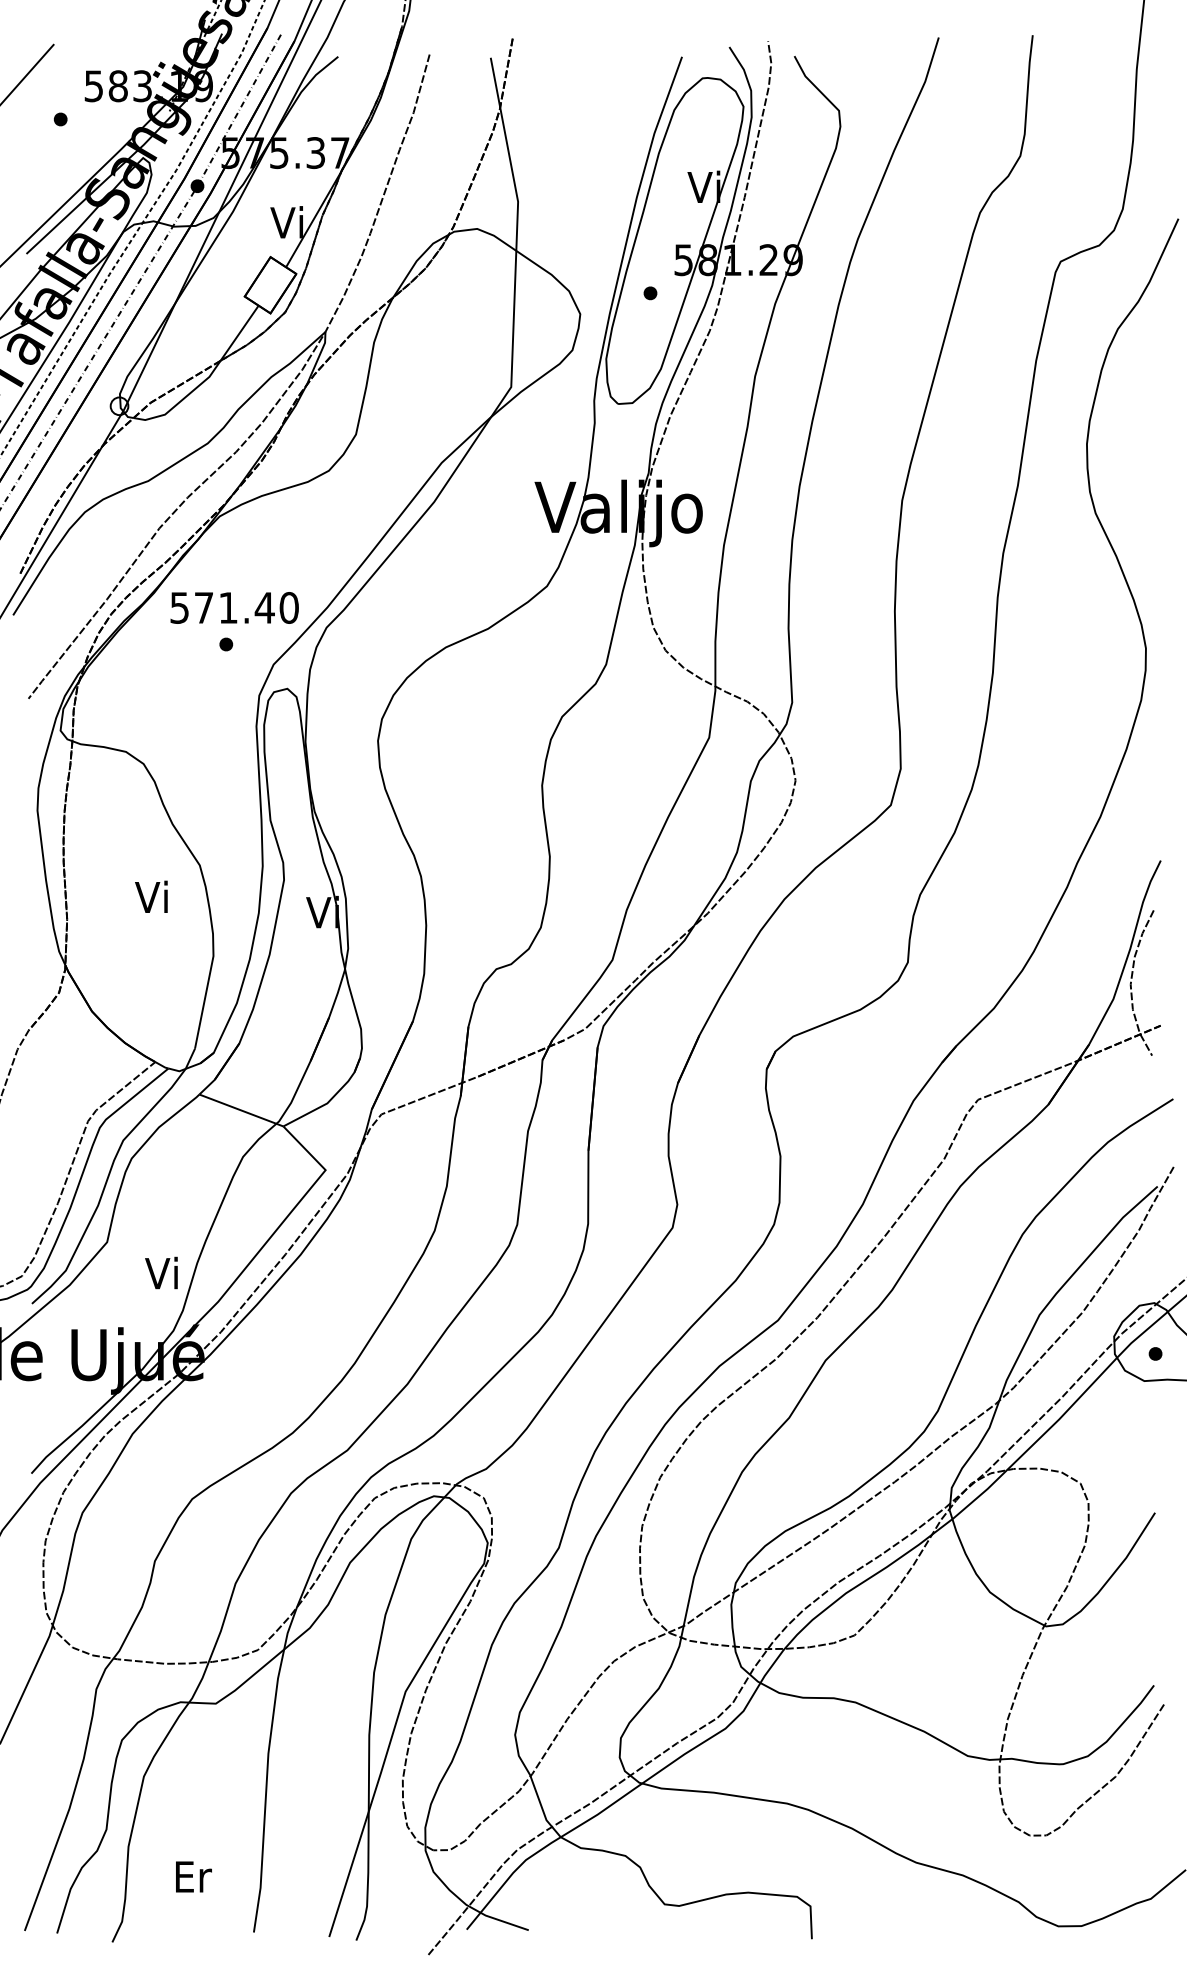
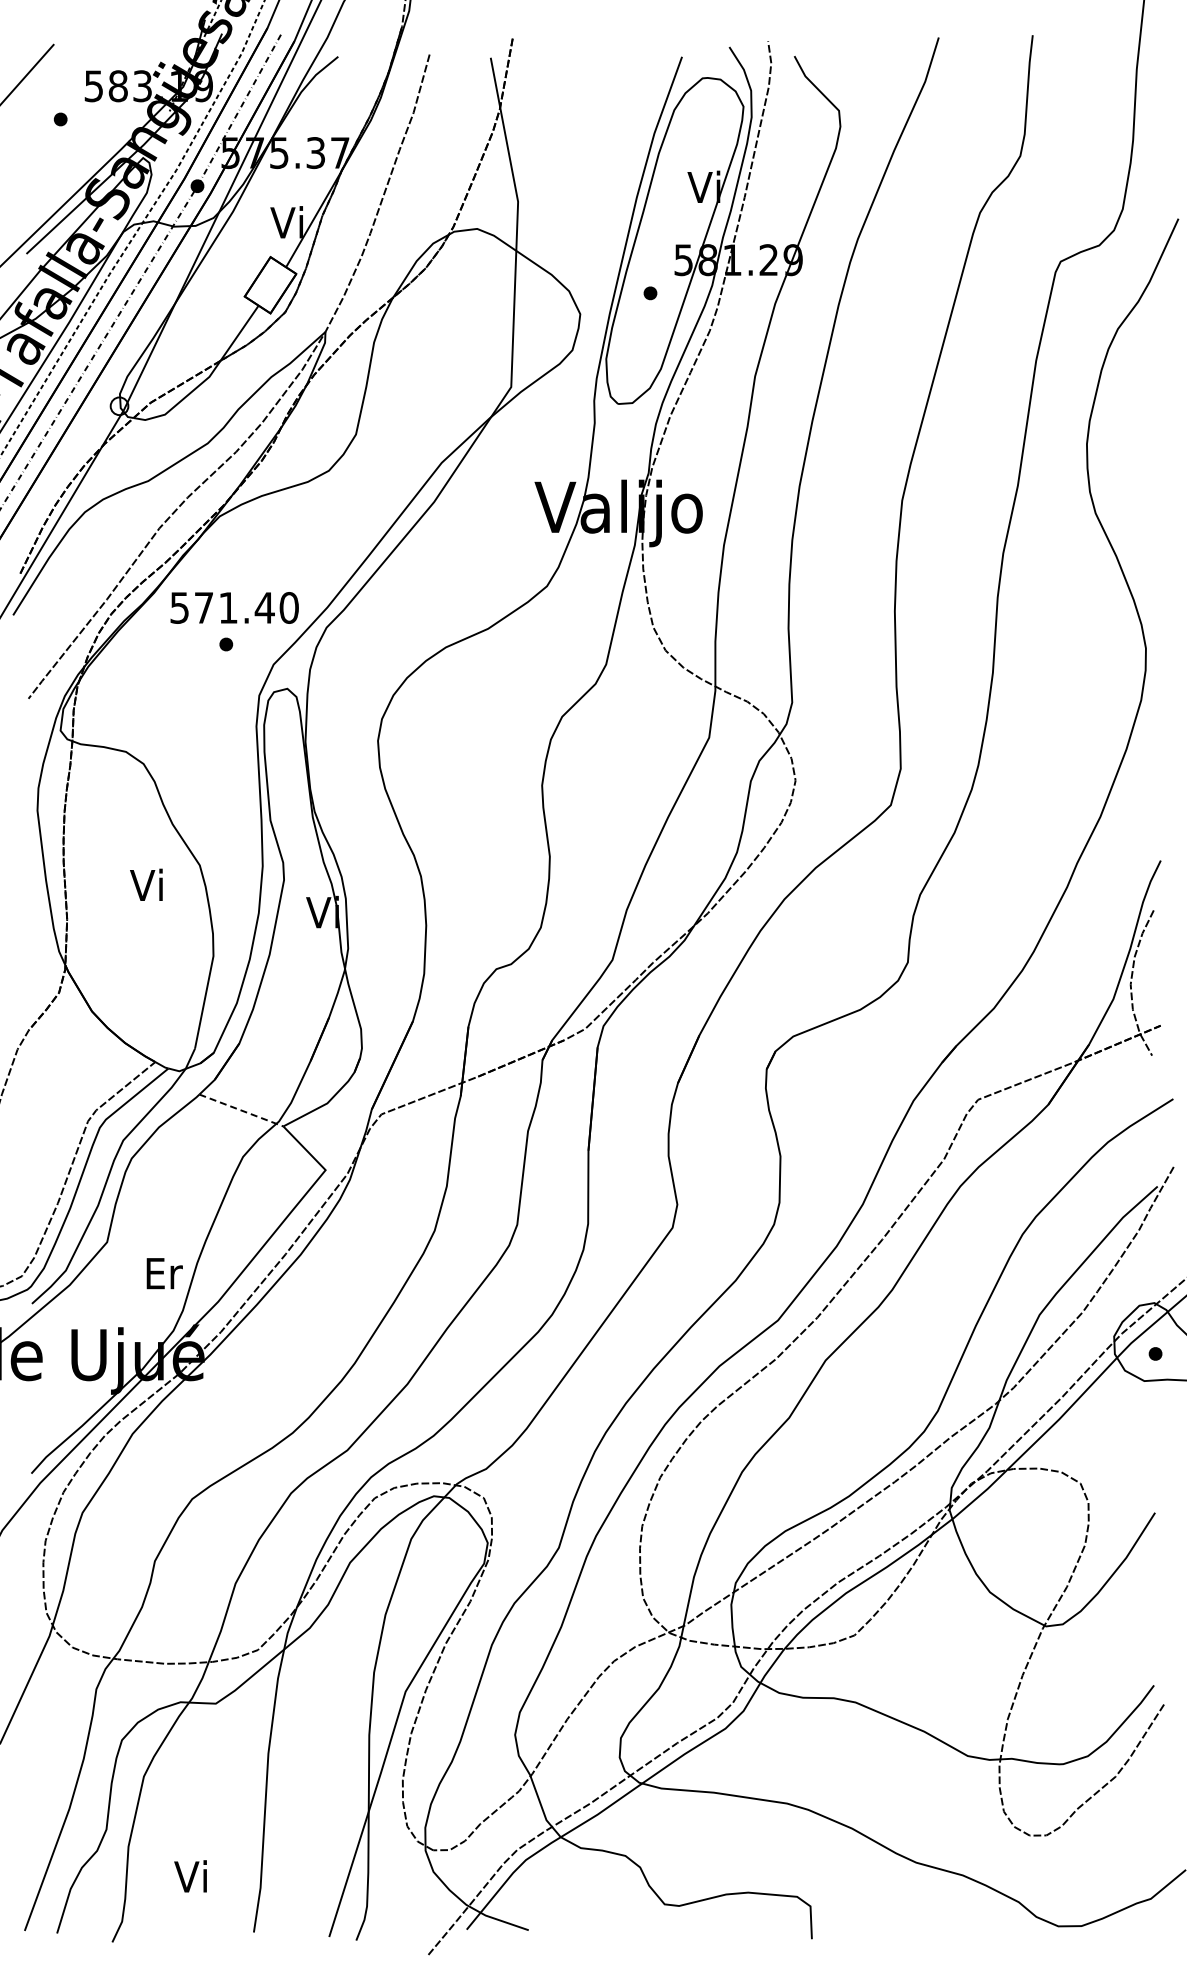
text at (151, 896) position: (151, 896) -> (146, 884)
line at (241, 1110): solid -> dashed
text at (163, 1272): Vi -> Er
text at (192, 1876): Er -> Vi
